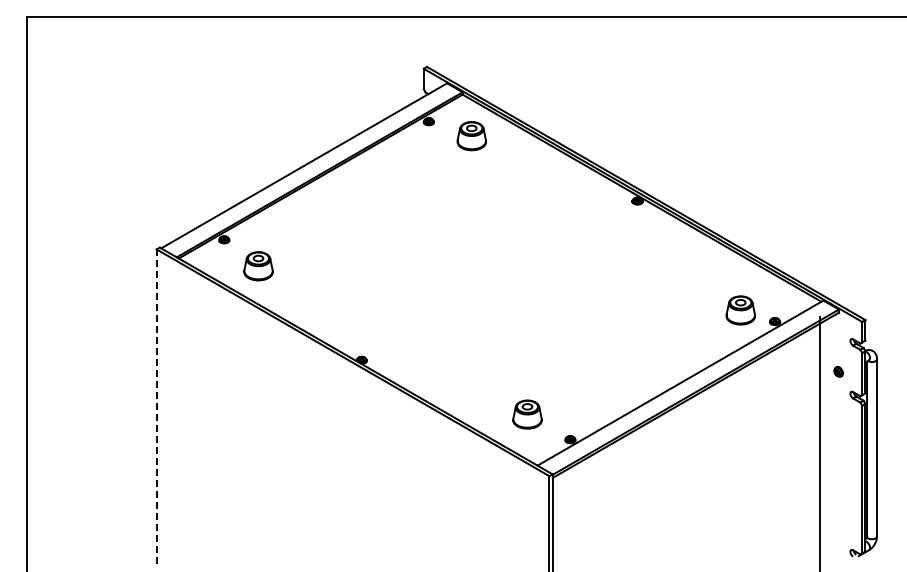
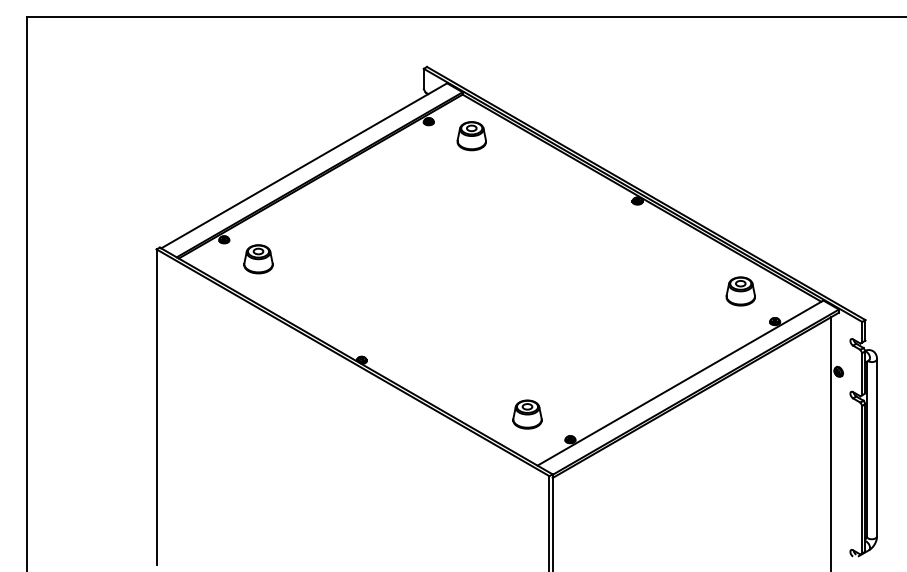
part at (258, 266) position: (258, 266) -> (258, 259)
part at (740, 310) position: (740, 310) -> (740, 291)
line at (156, 407): dashed -> solid
line at (820, 442) position: (820, 442) -> (831, 442)
